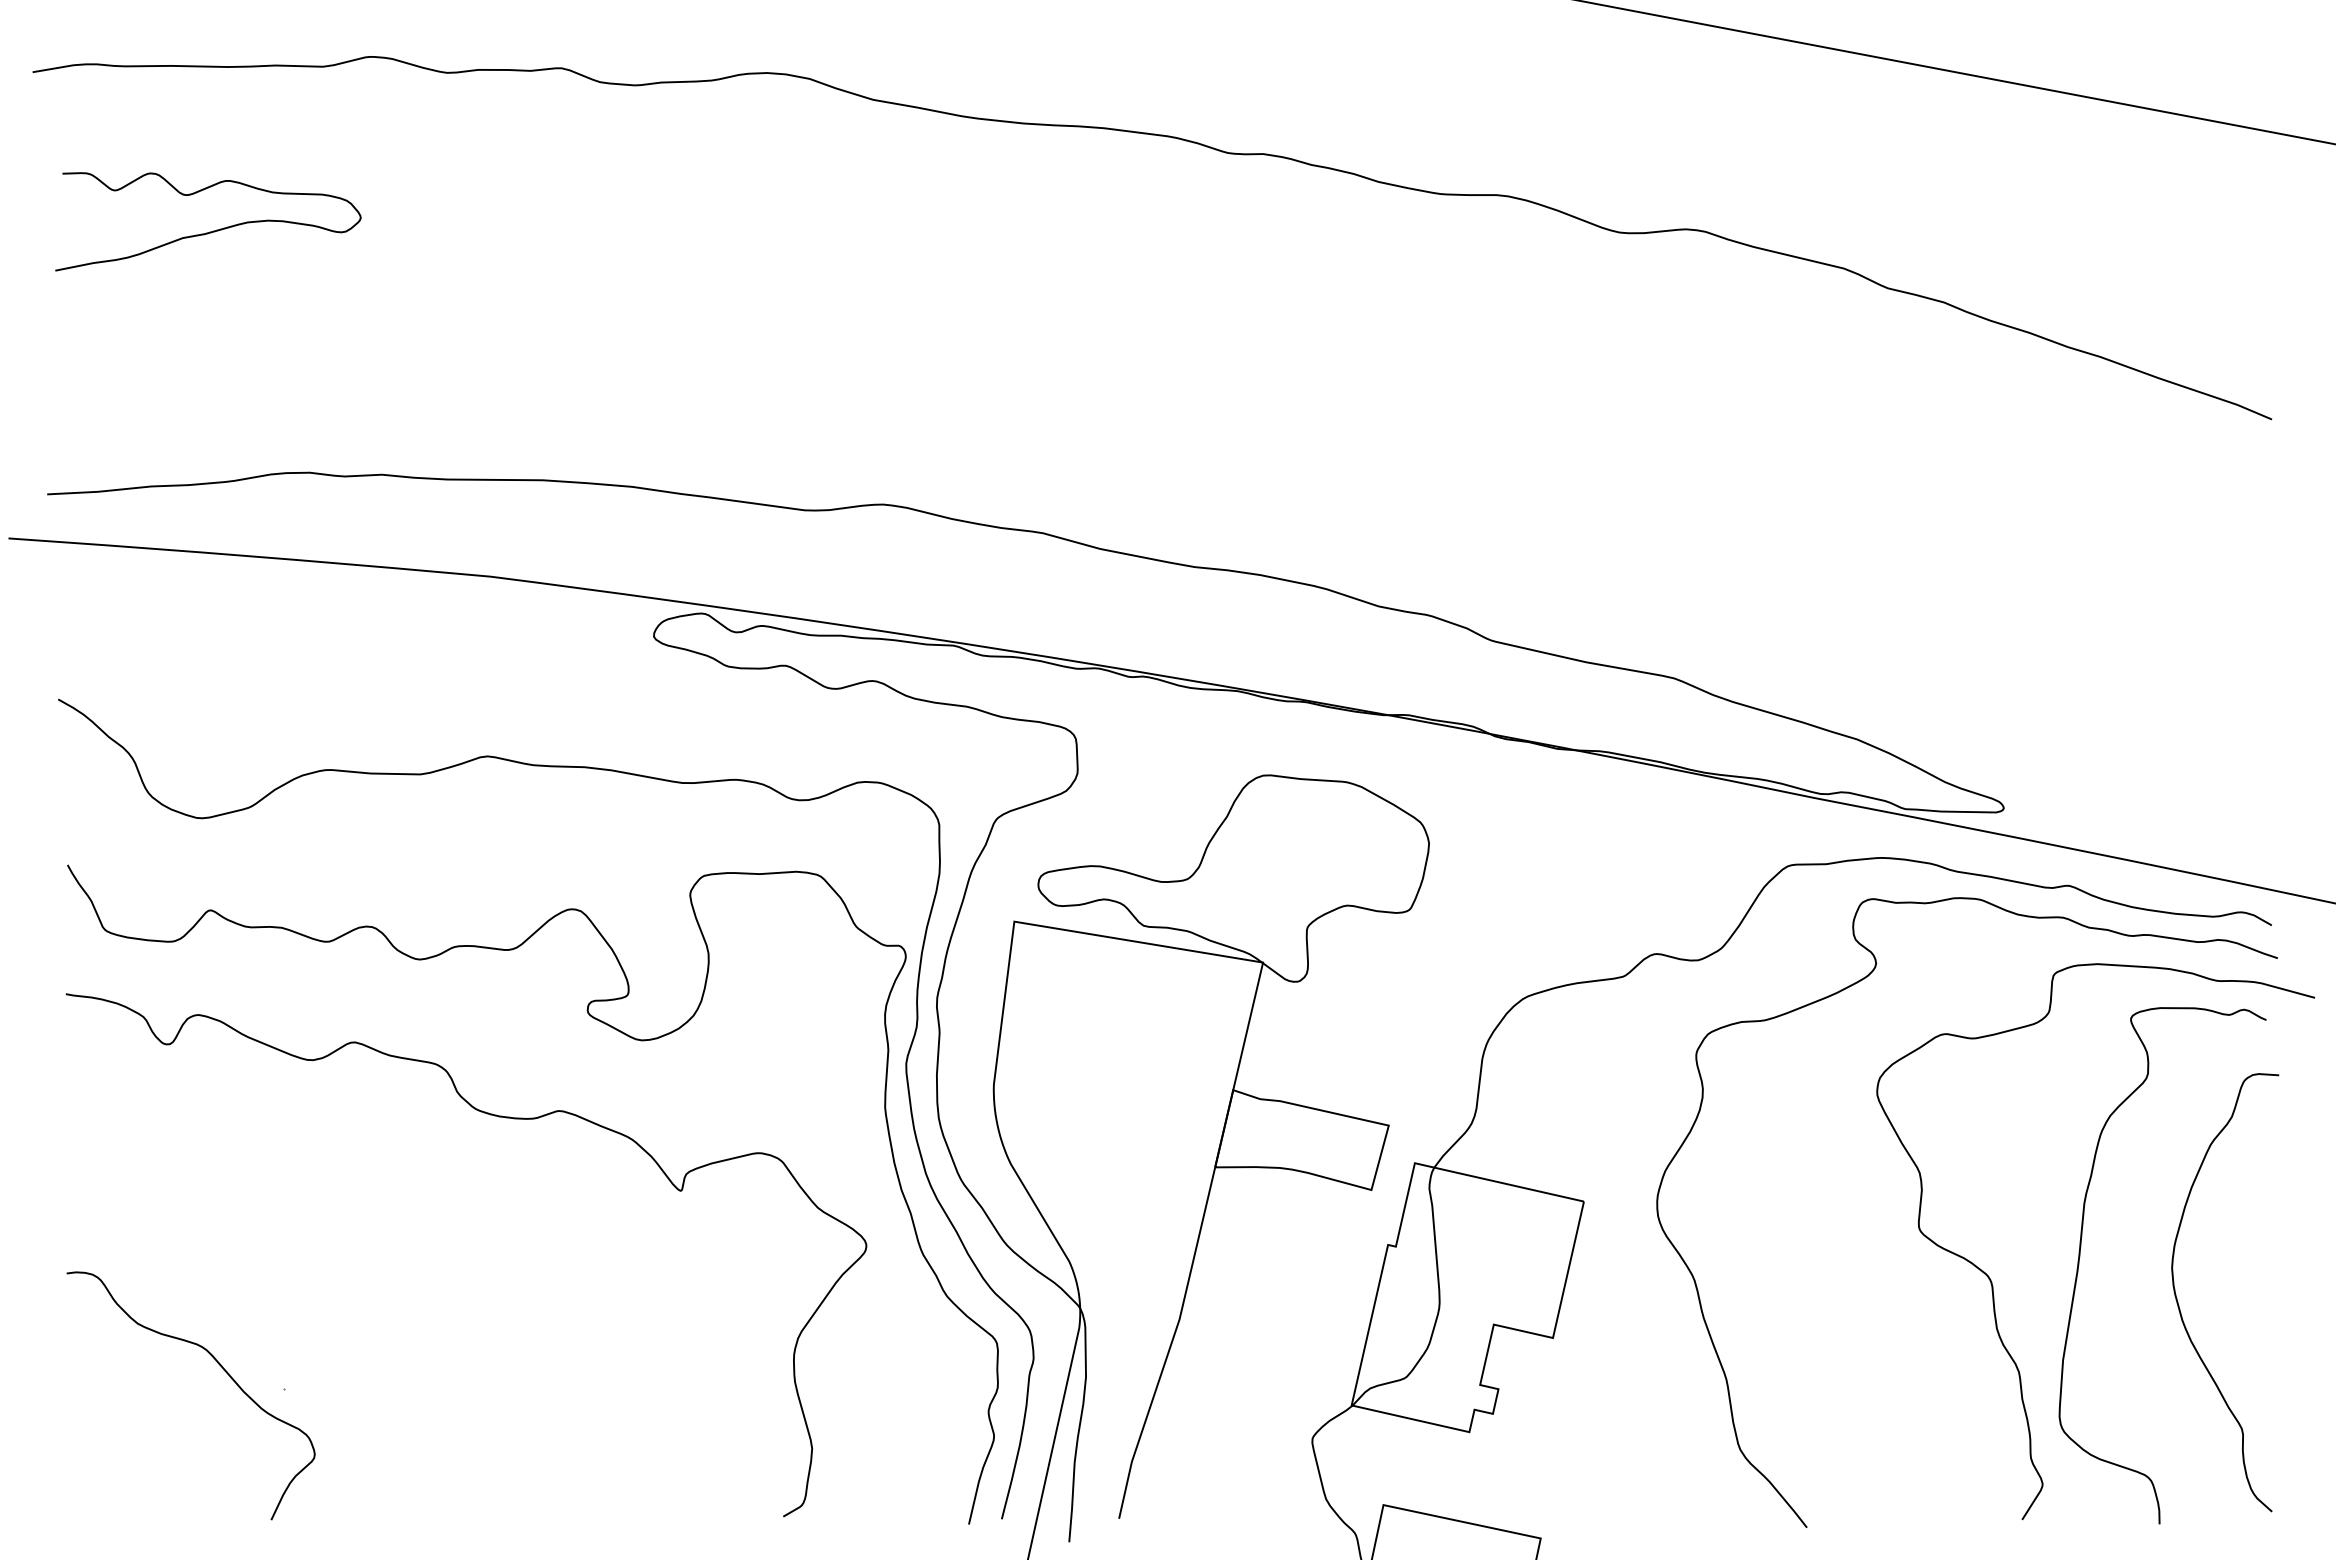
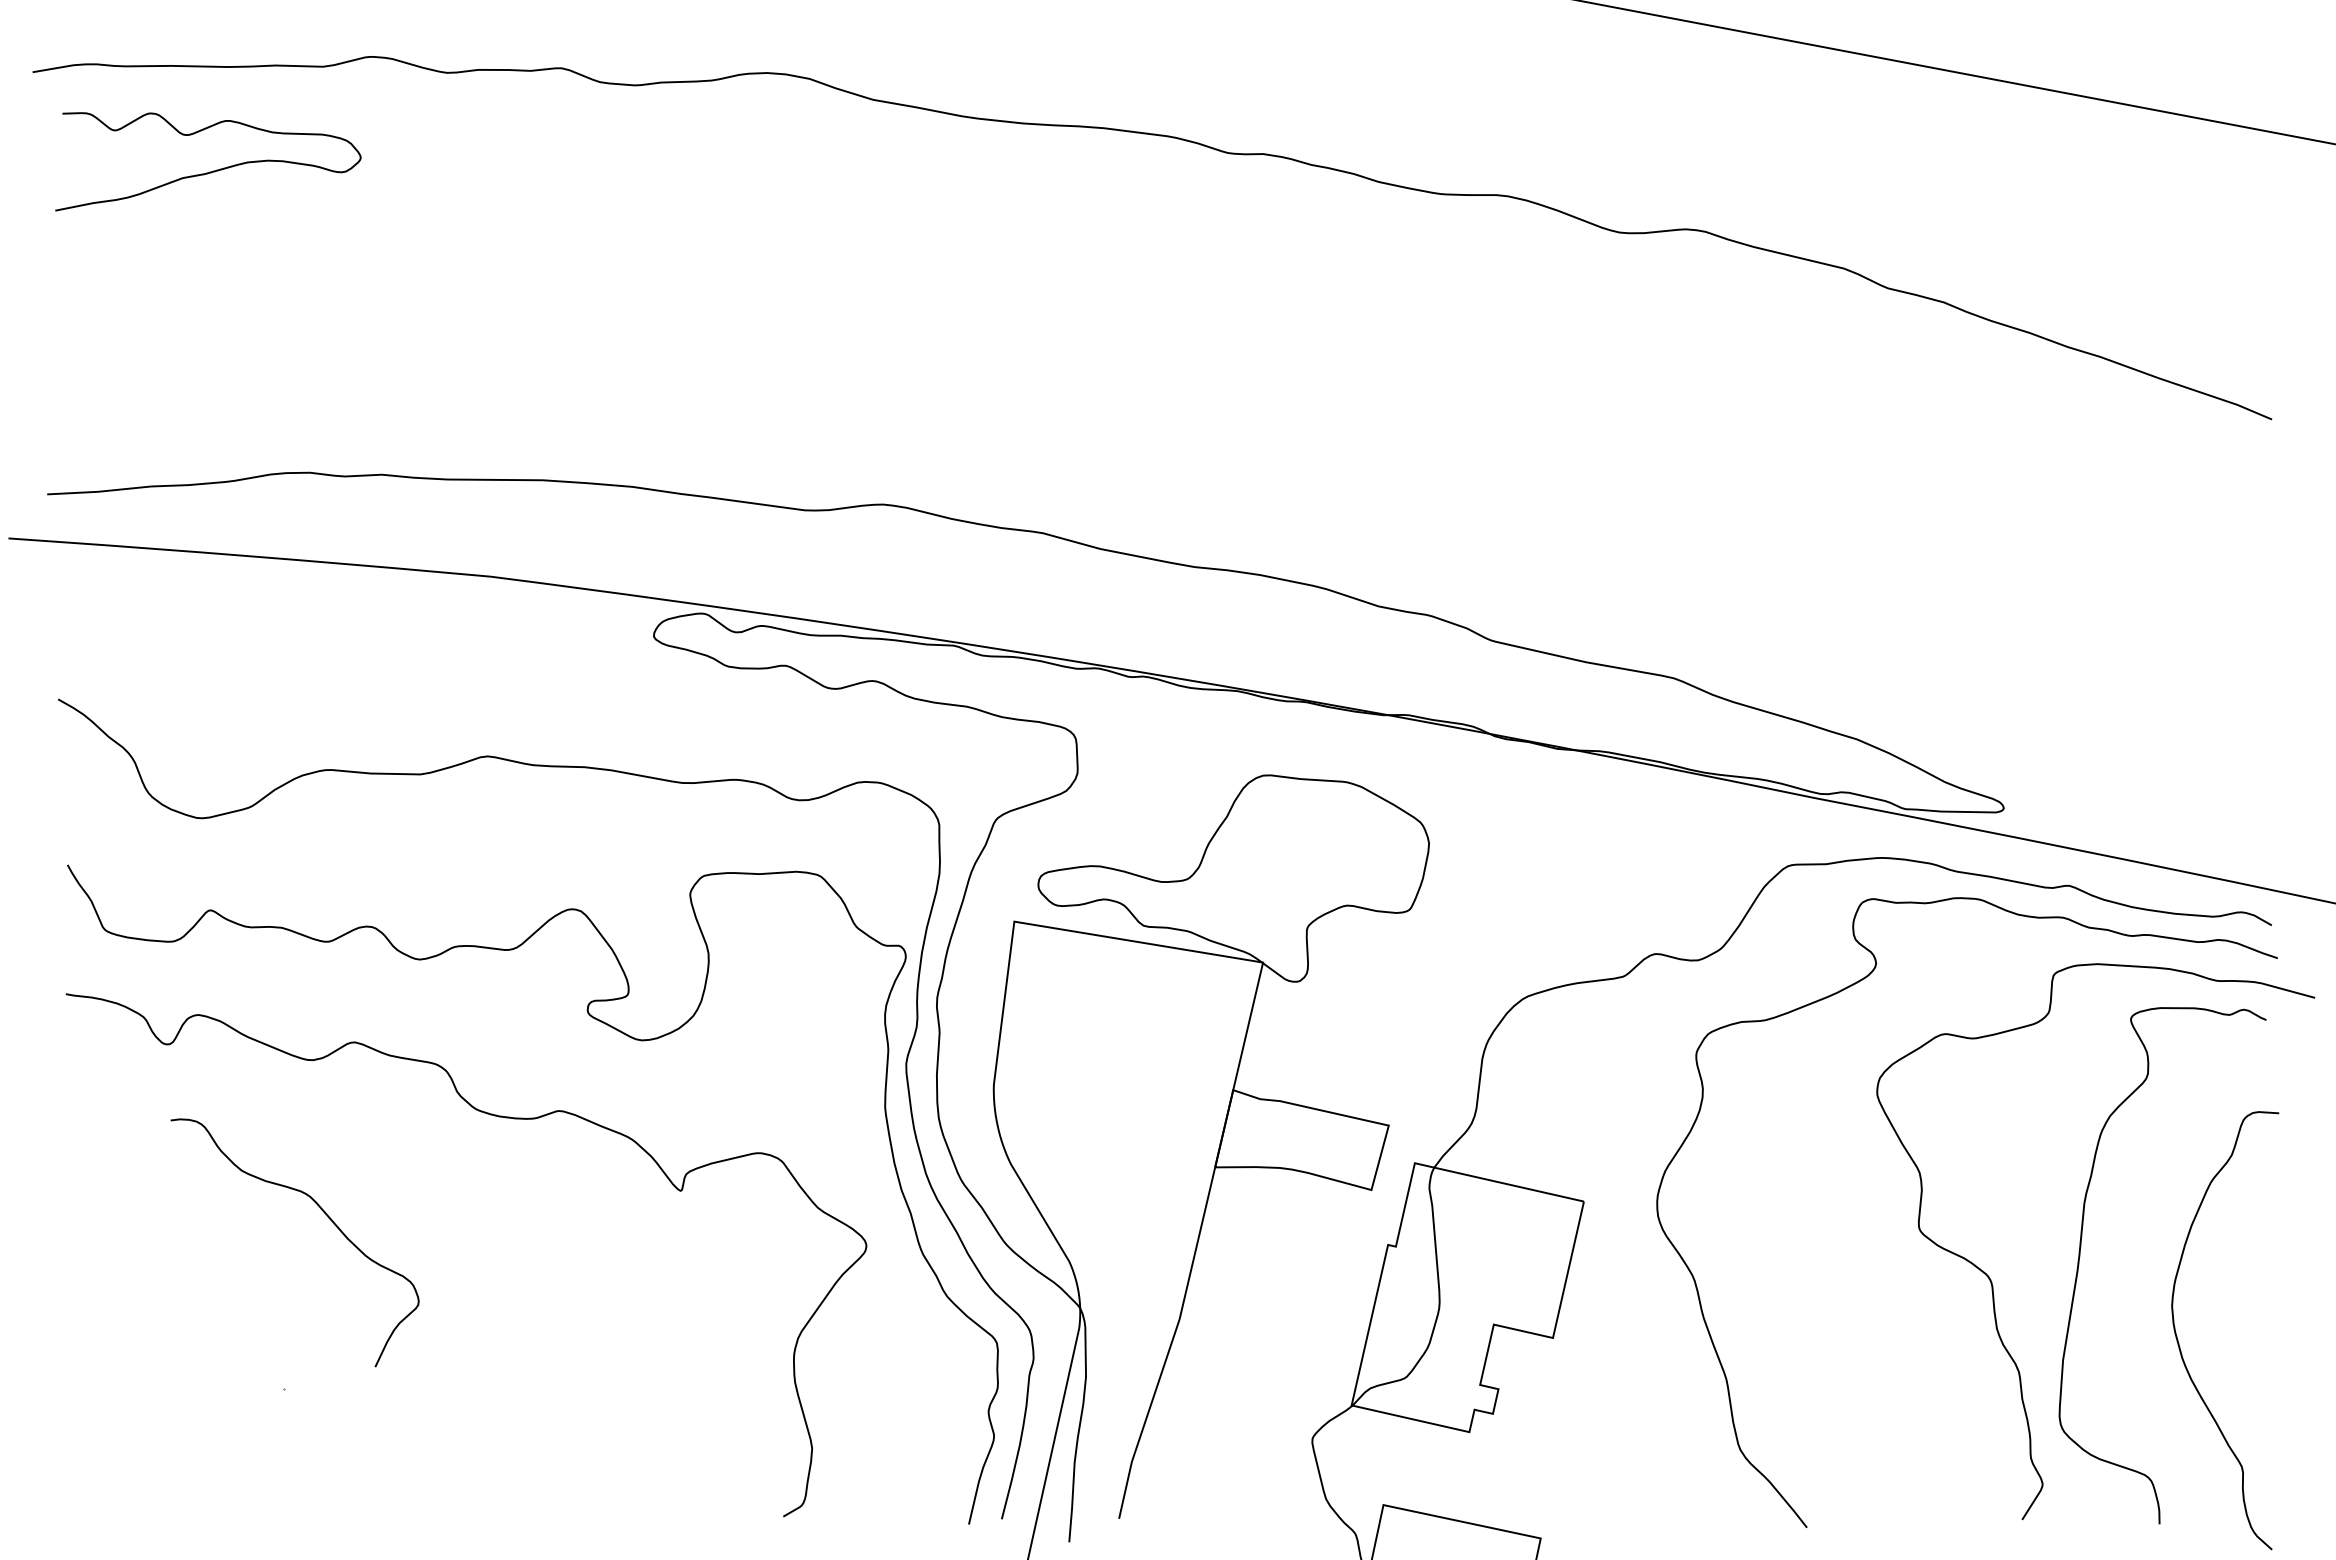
curve at (209, 231) position: (209, 231) -> (209, 171)
curve at (2179, 1305) position: (2179, 1305) -> (2179, 1343)
curve at (223, 1370) position: (223, 1370) -> (327, 1217)
